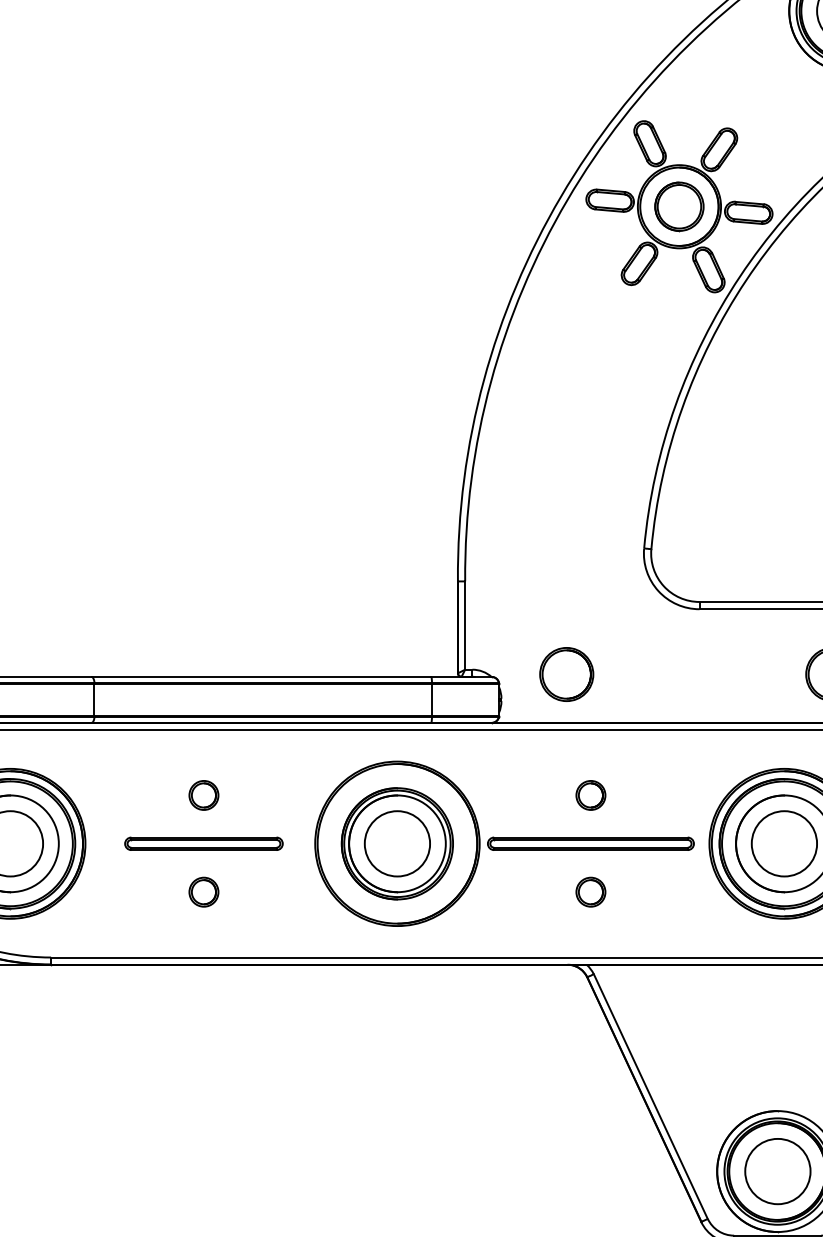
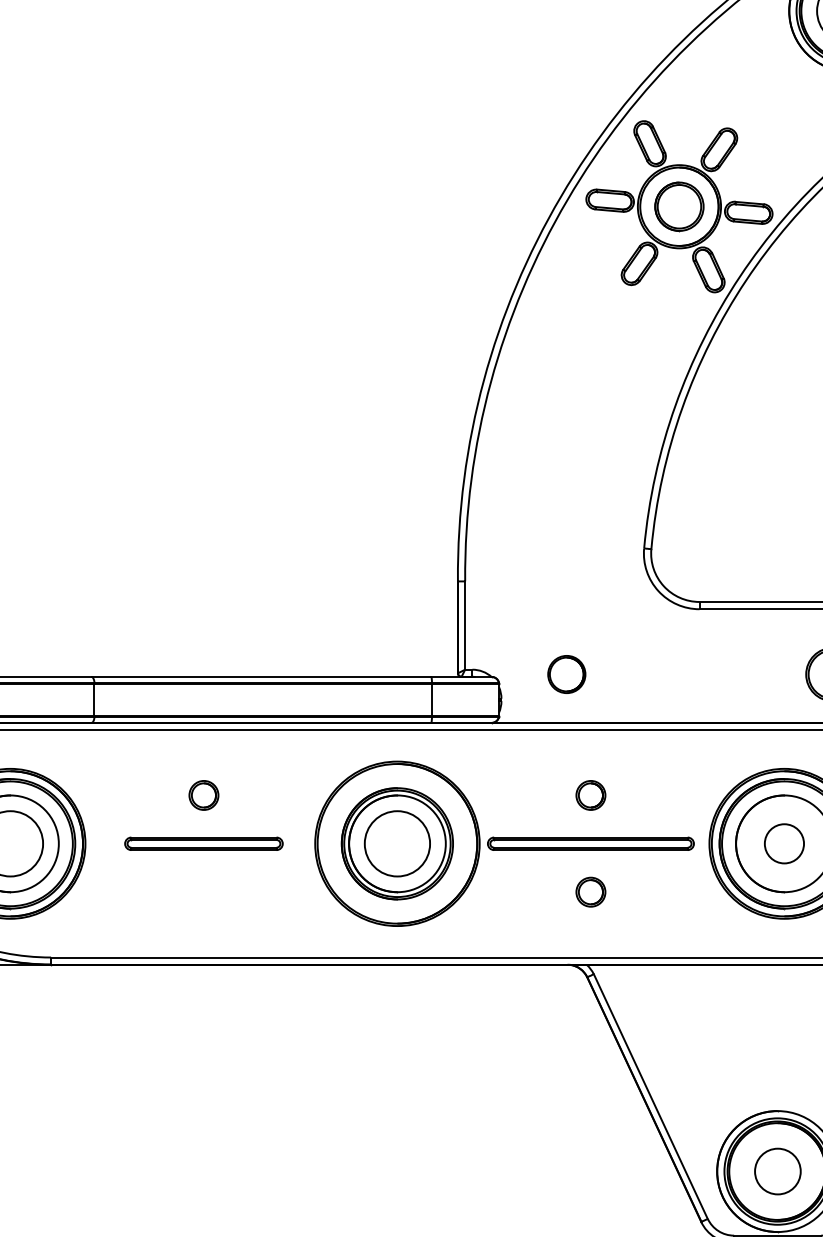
part at (566, 674) size: 56x55 px -> 40x39 px
circle at (784, 843) diameter: 65 px -> 39 px
part at (203, 891): present -> none
circle at (777, 1171) diameter: 65 px -> 46 px
